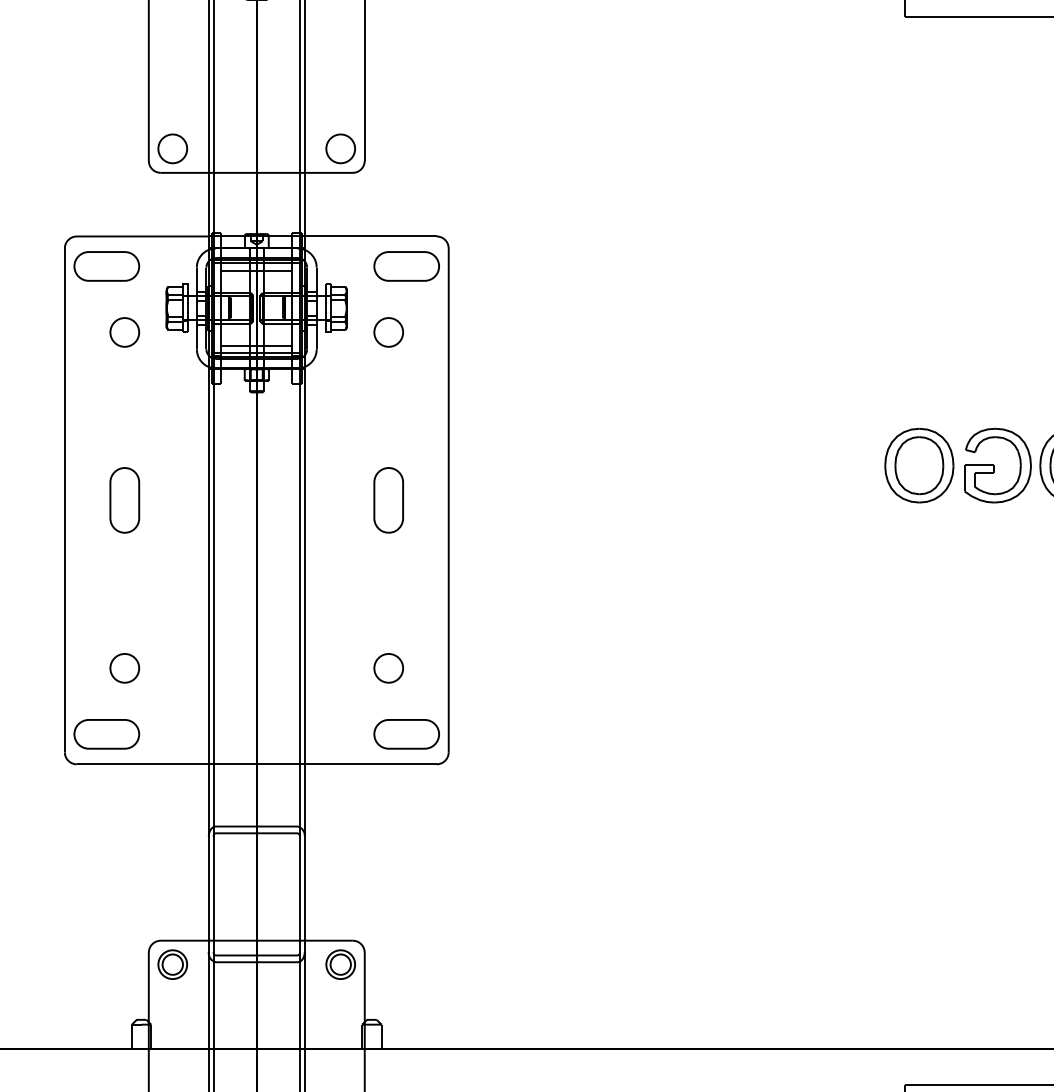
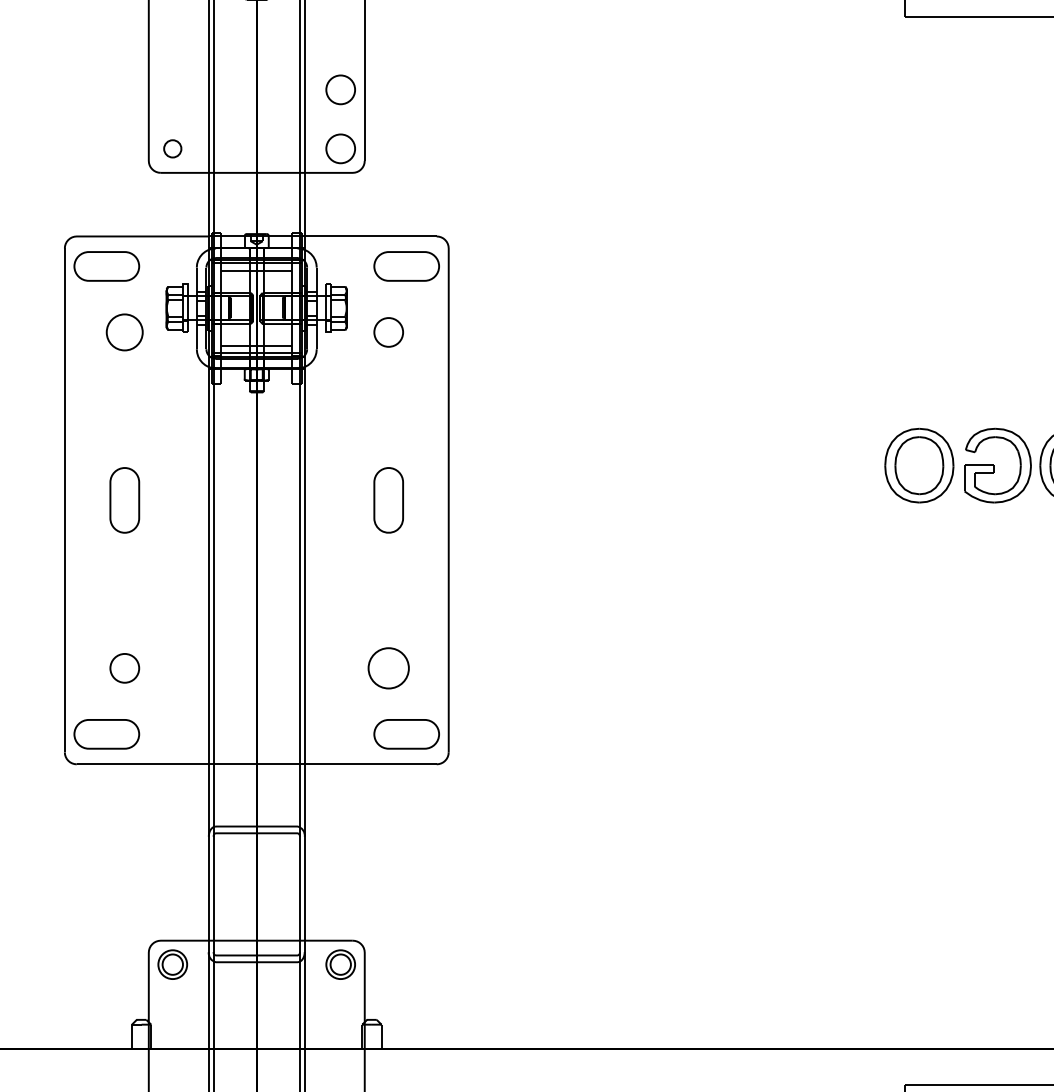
circle at (340, 89): none -> present
circle at (172, 148) diameter: 29 px -> 17 px
circle at (124, 332) size: 32x31 px -> 39x39 px
circle at (388, 667) diameter: 29 px -> 40 px
